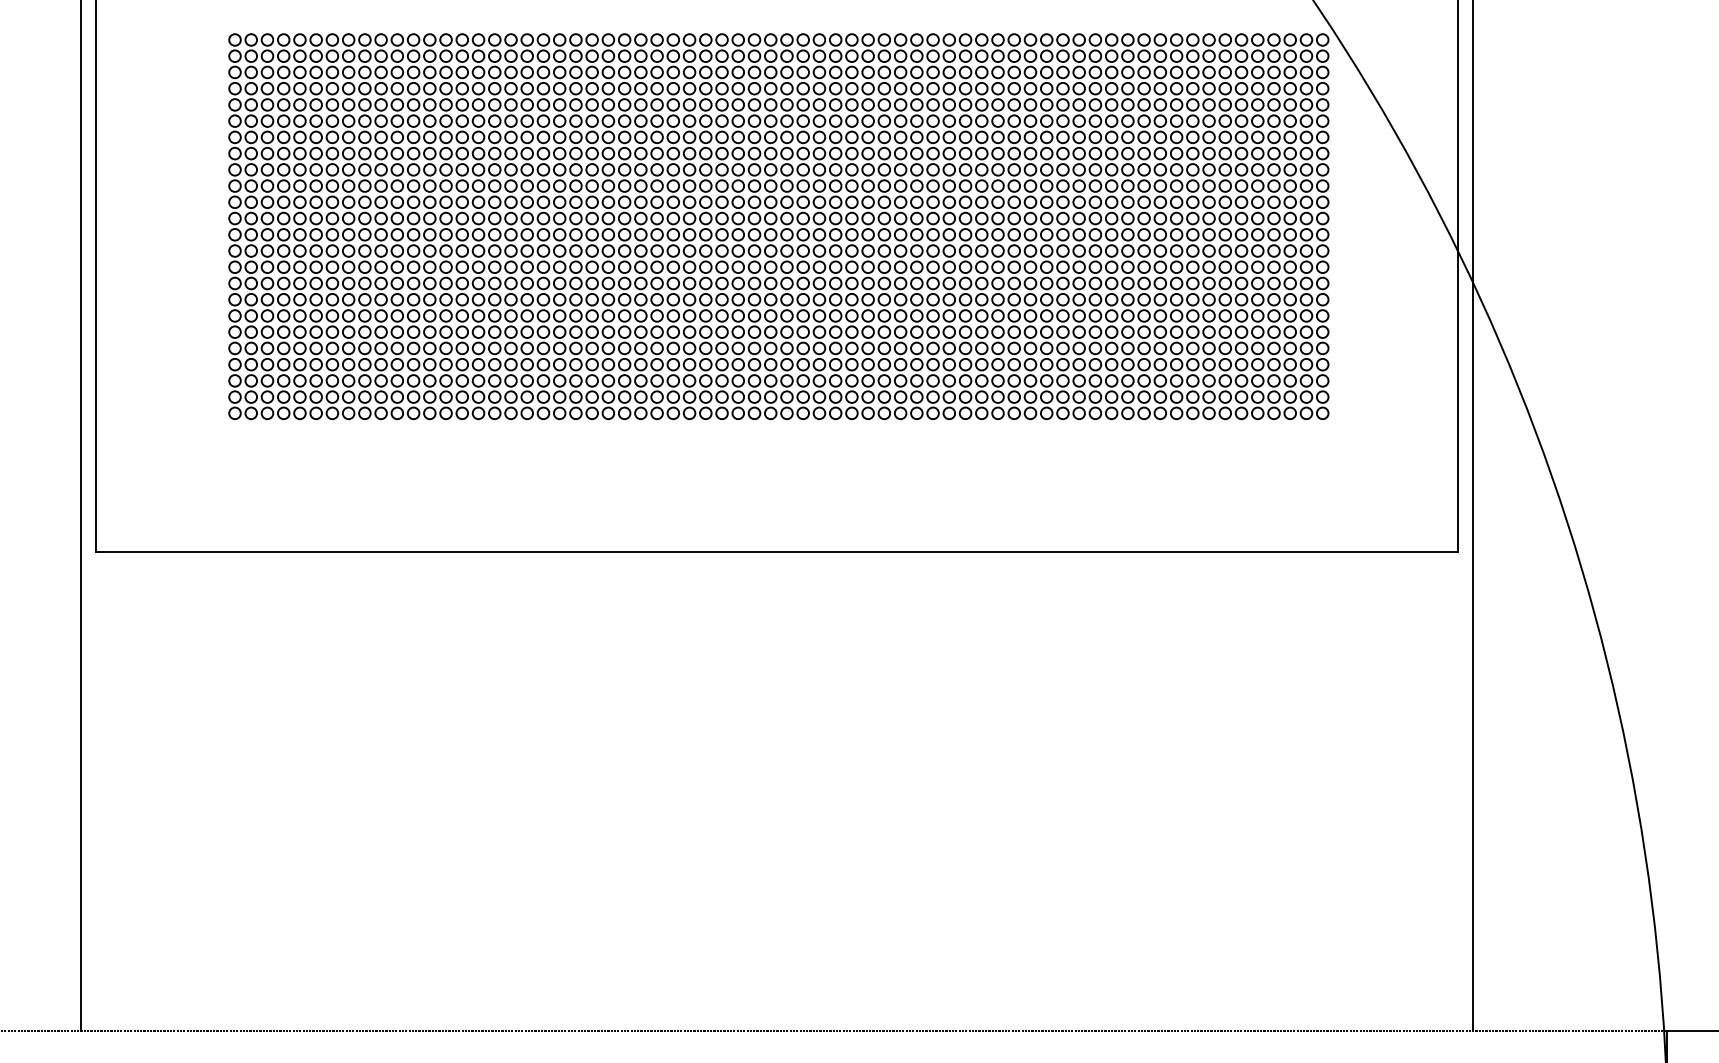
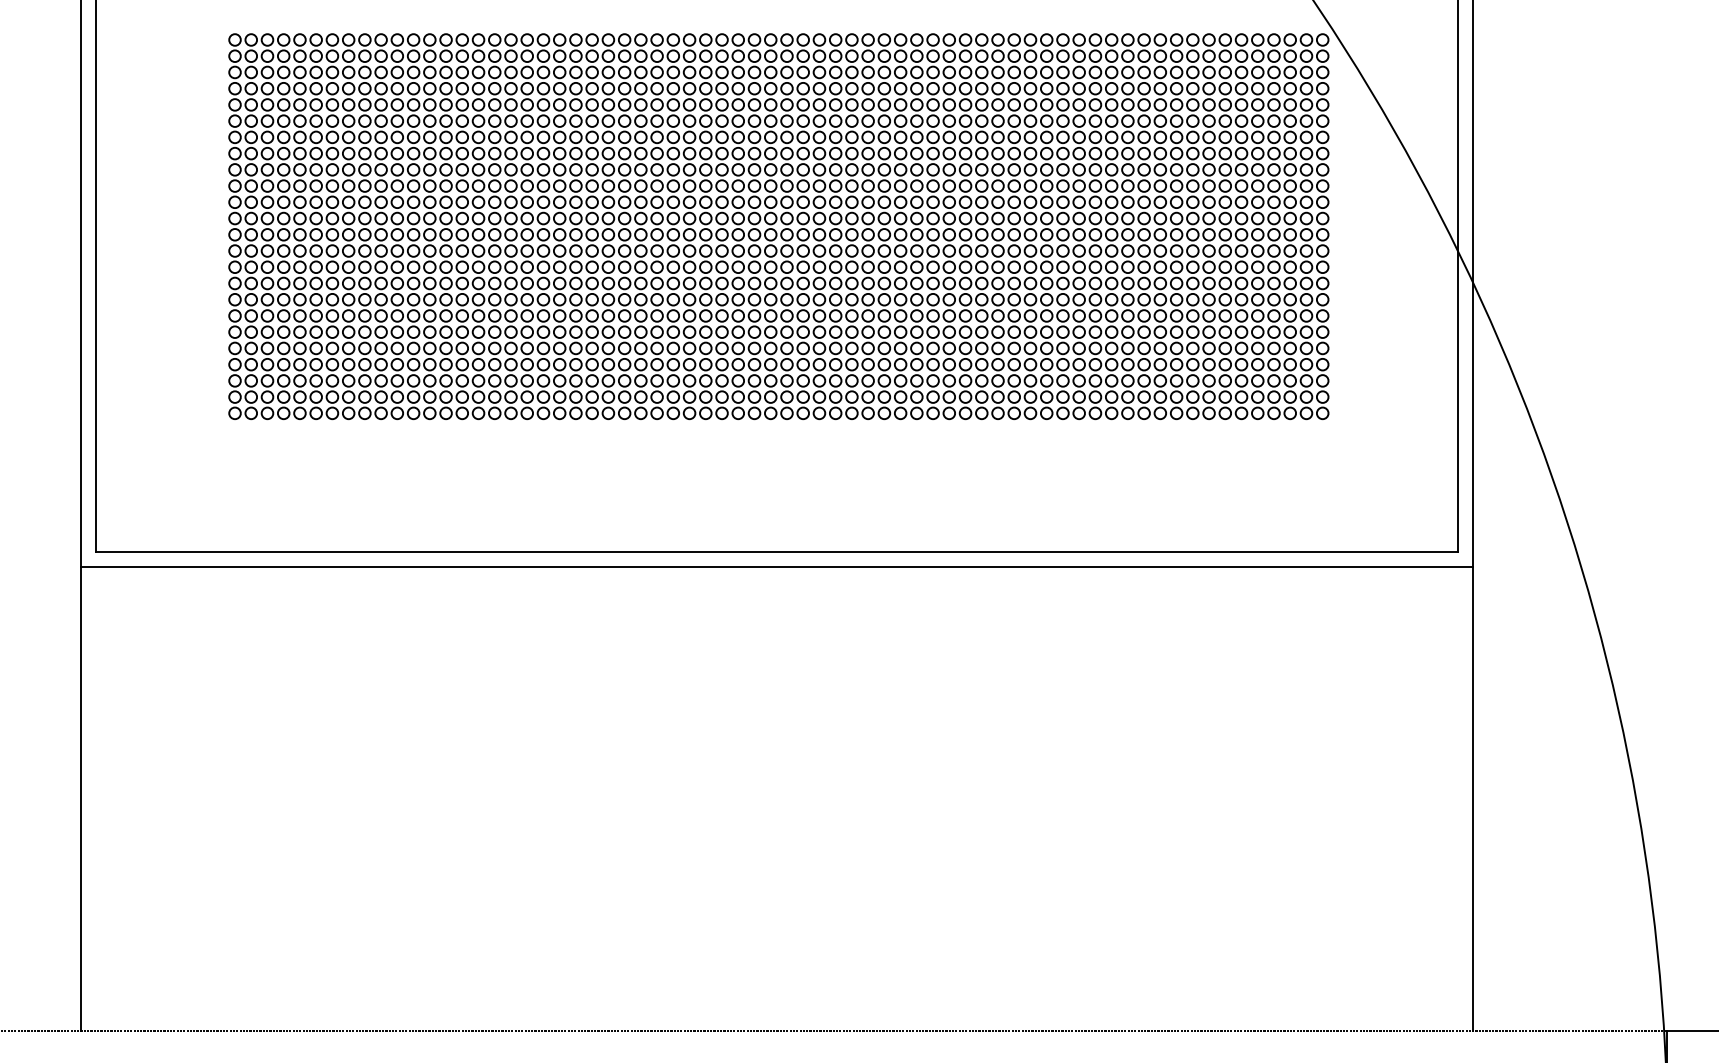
line at (776, 567): none -> present
